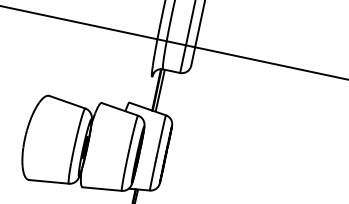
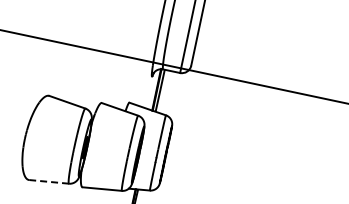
line at (173, 42) position: (173, 42) -> (173, 66)
line at (49, 181): solid -> dashed
